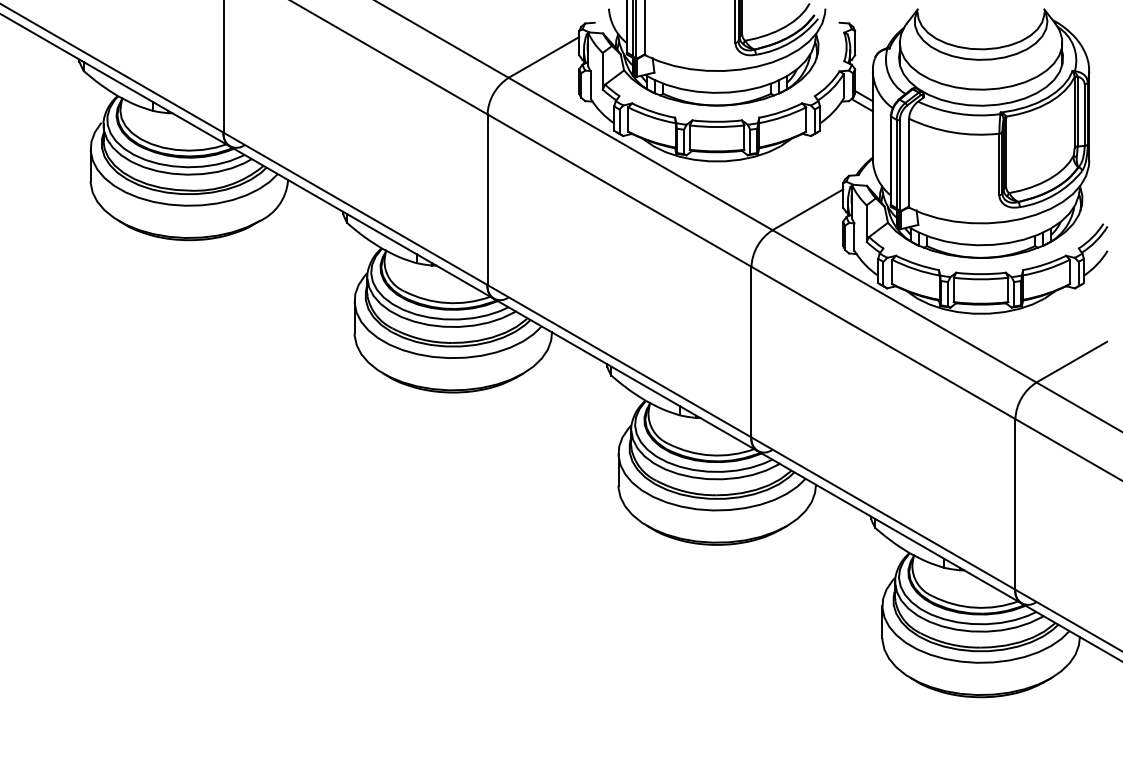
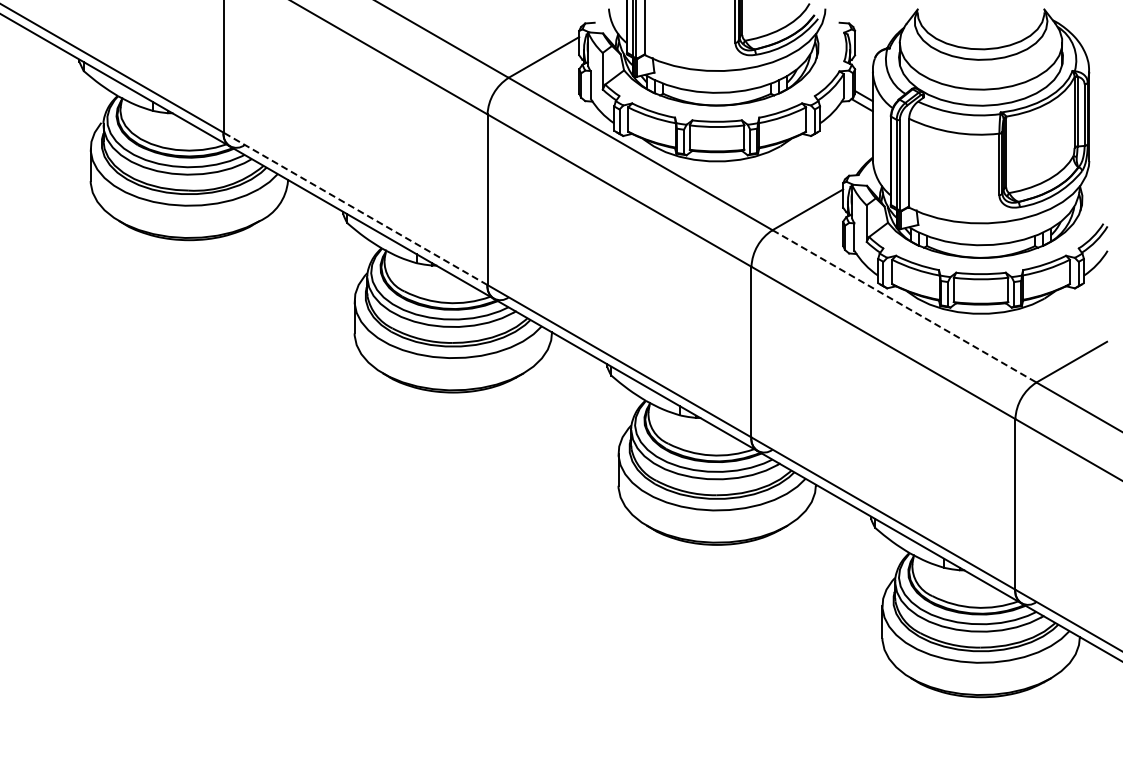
line at (355, 208): solid -> dashed
line at (904, 306): solid -> dashed
